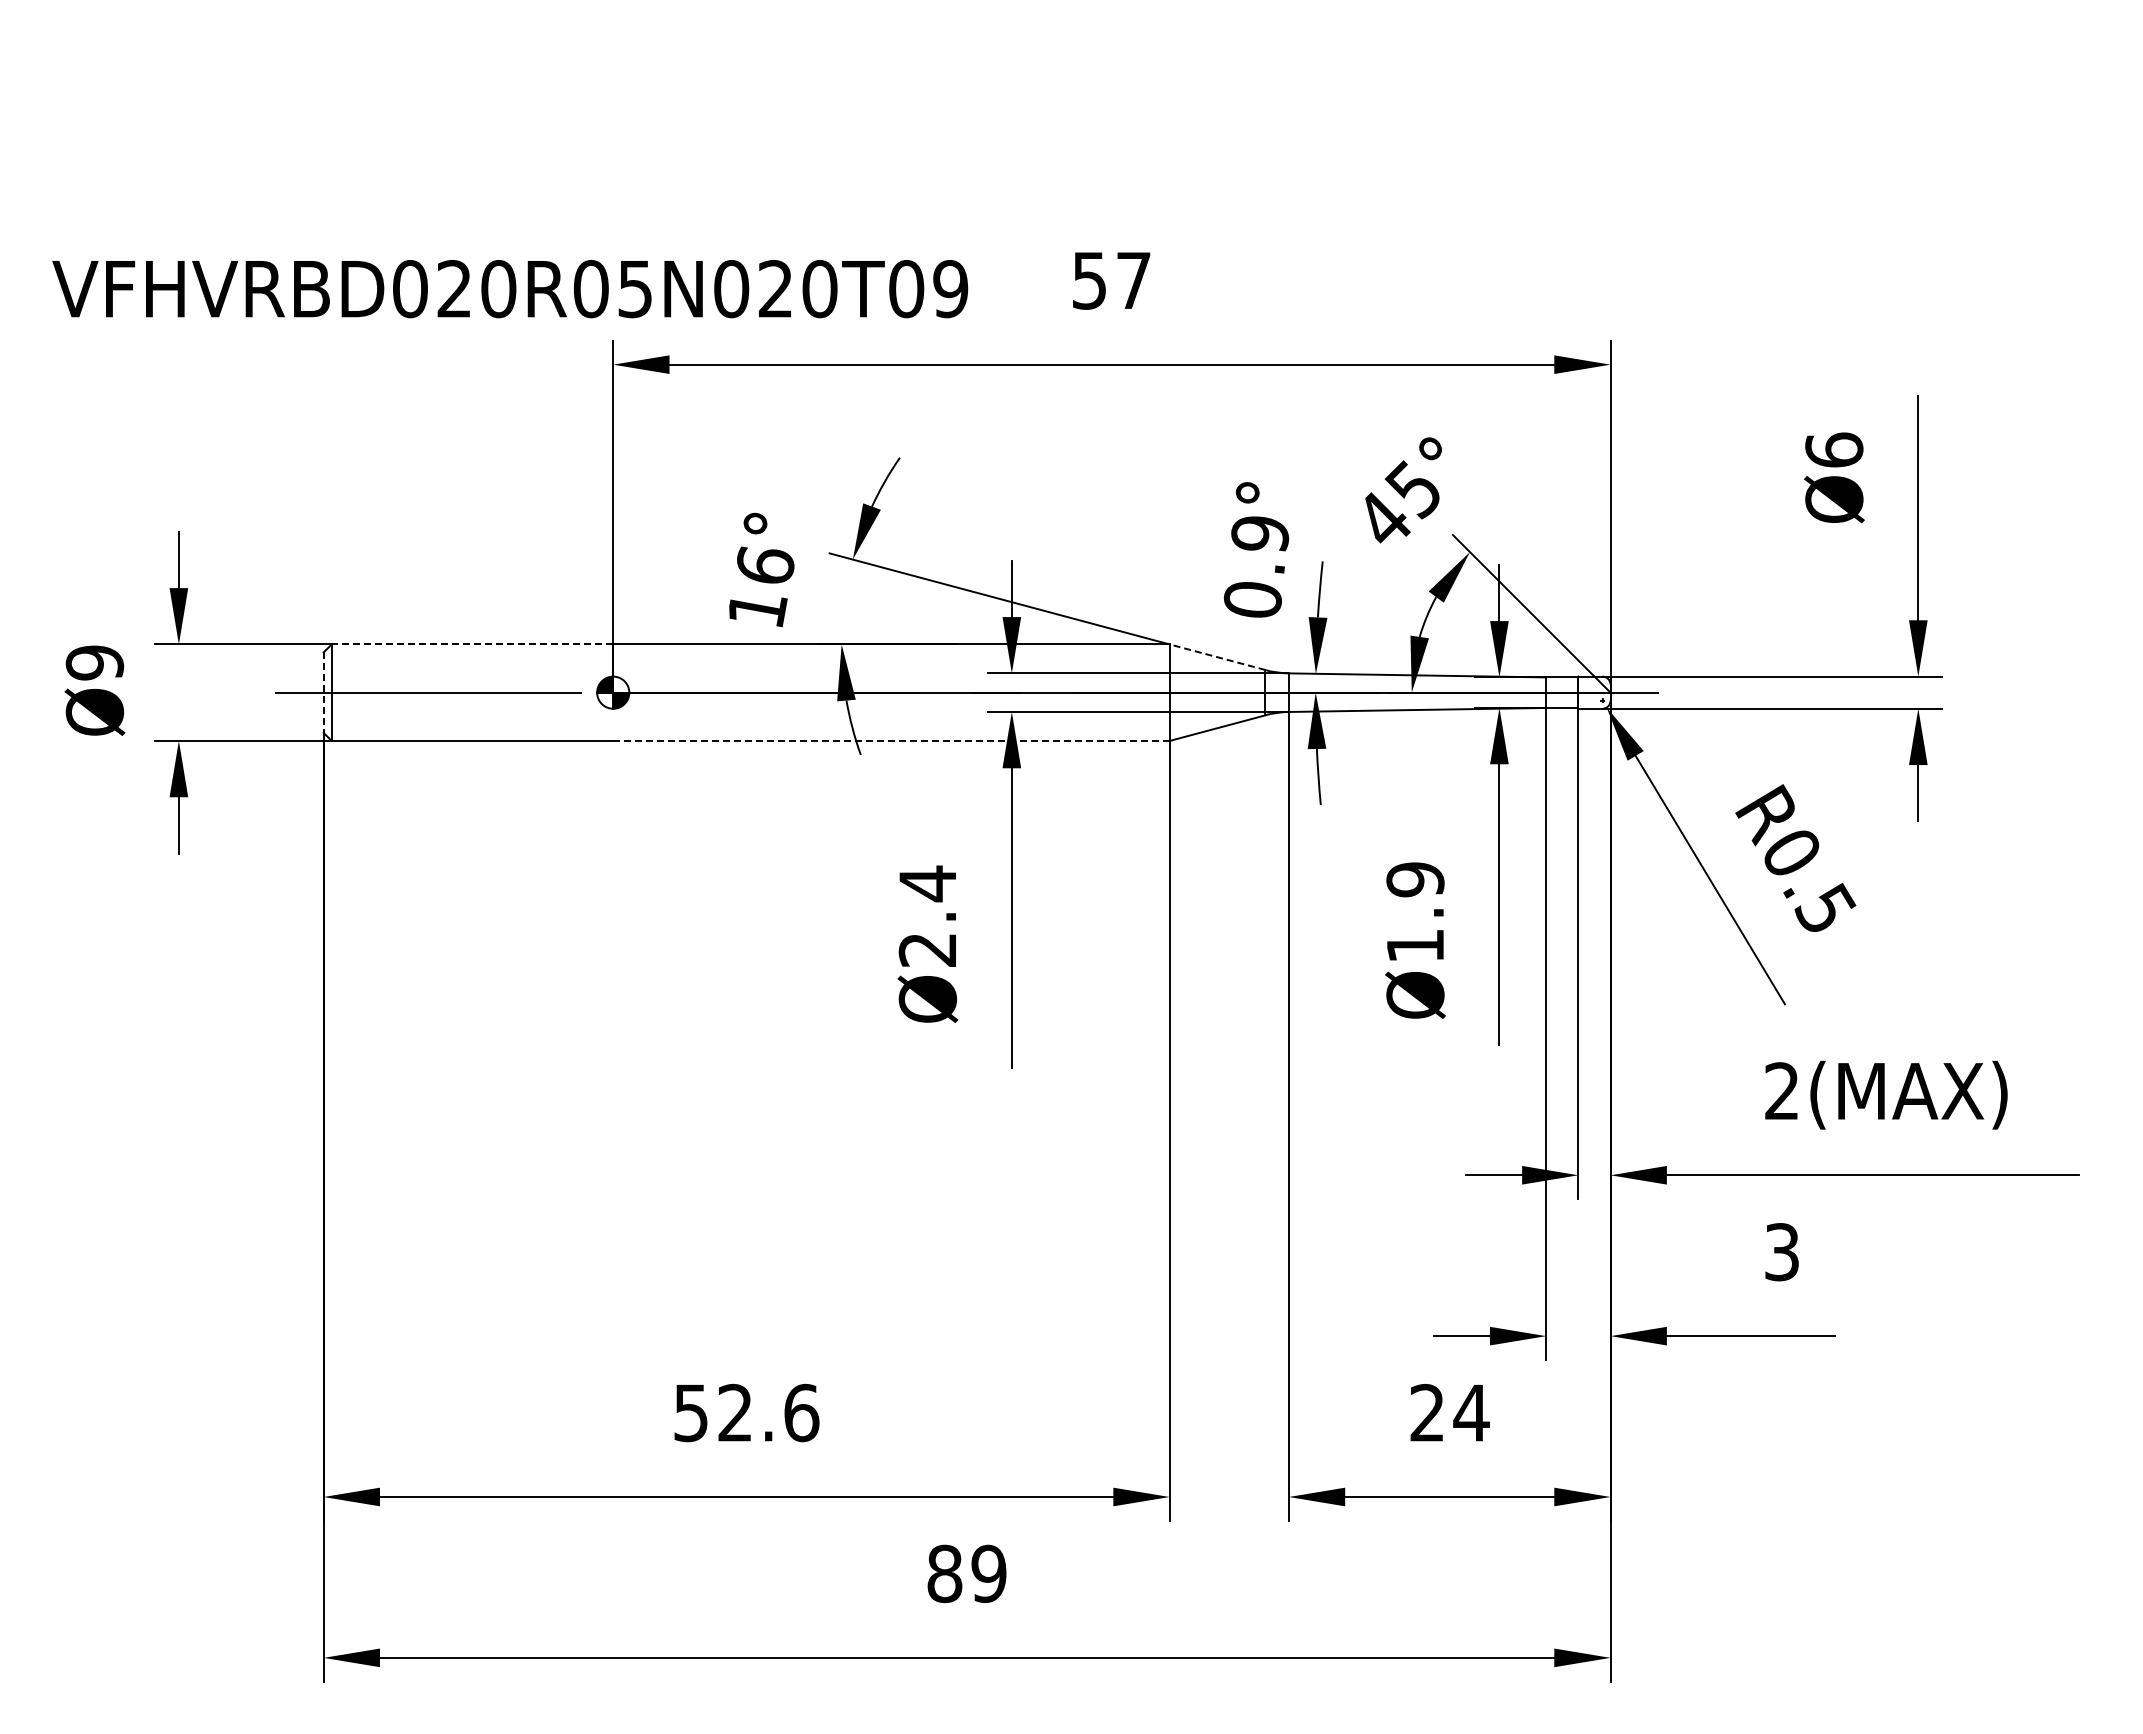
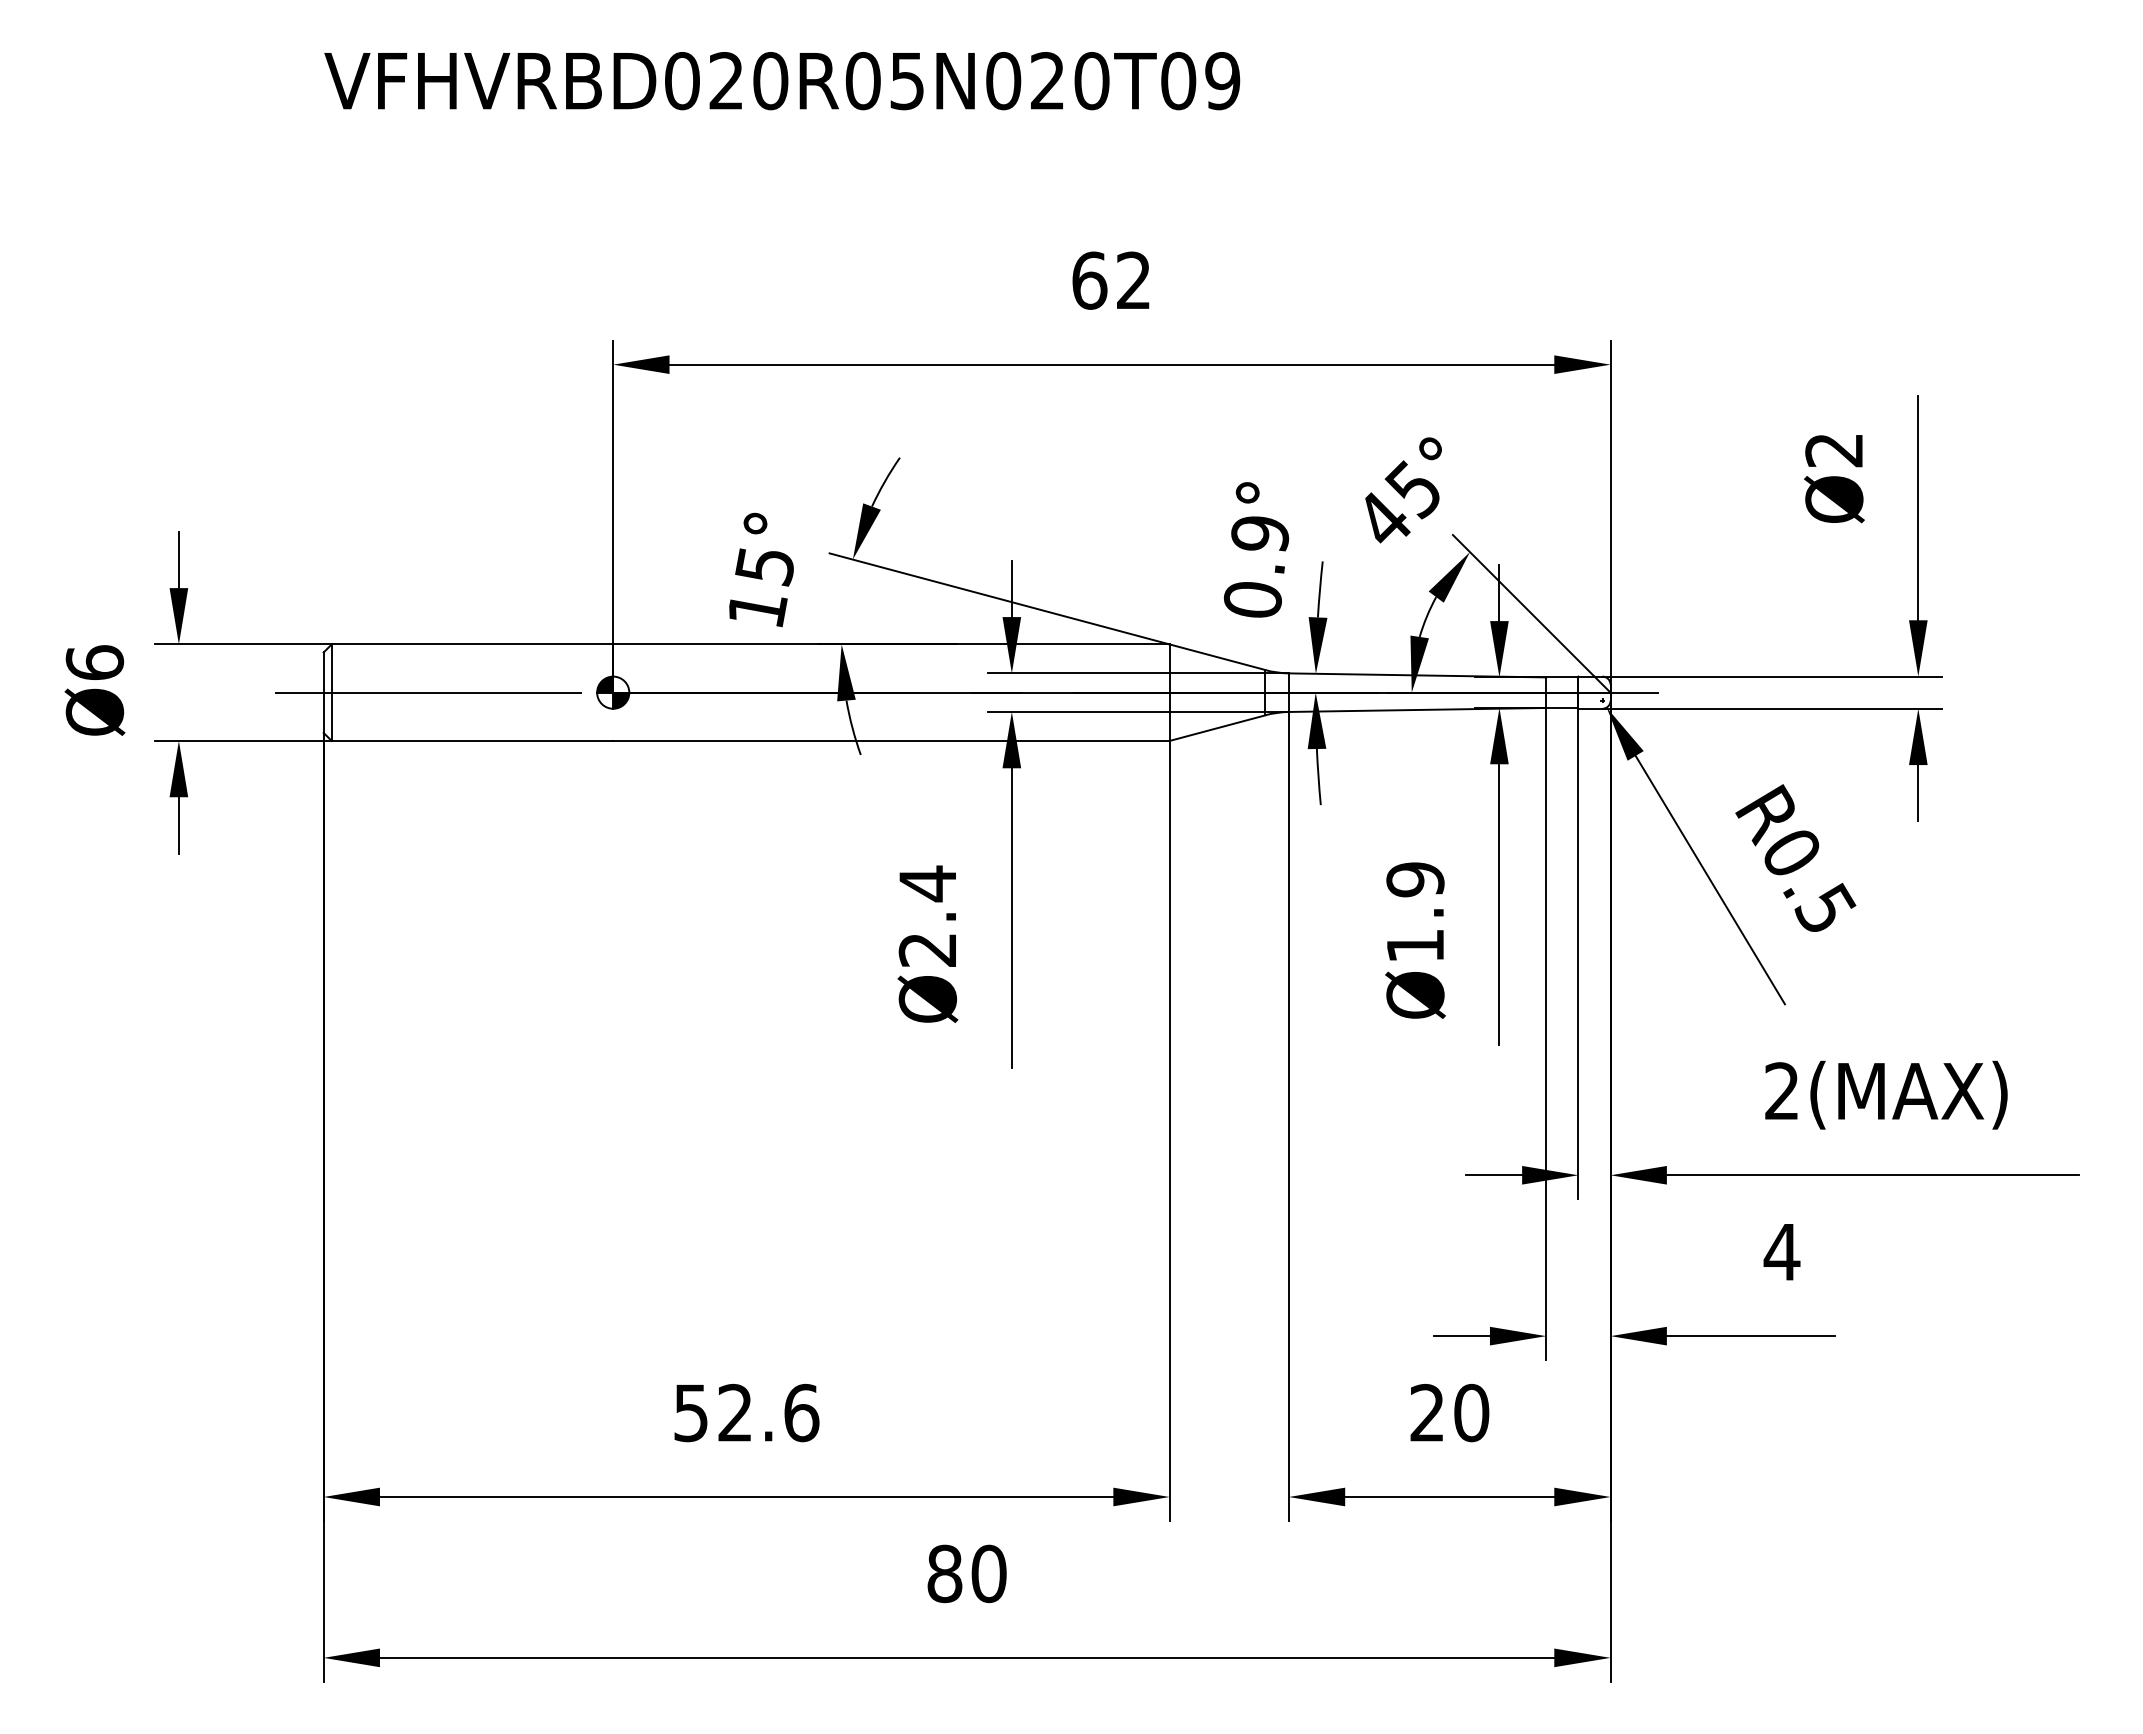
text at (1111, 280): 57 -> 62
text at (510, 289) position: (510, 289) -> (782, 81)
text at (1834, 449): Ø6 -> Ø2
text at (764, 566): 16° -> 15°
line at (472, 644): dashed -> solid
line at (1217, 657): dashed -> solid
text at (94, 662): Ø9 -> Ø6
line at (323, 693): dashed -> solid
line at (891, 740): dashed -> solid
text at (1781, 1252): 3 -> 4
text at (1471, 1412): 24 -> 20
text at (988, 1573): 89 -> 80
